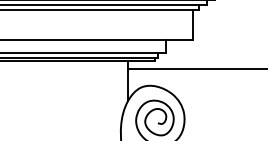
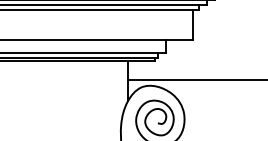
line at (196, 68) position: (196, 68) -> (196, 79)
